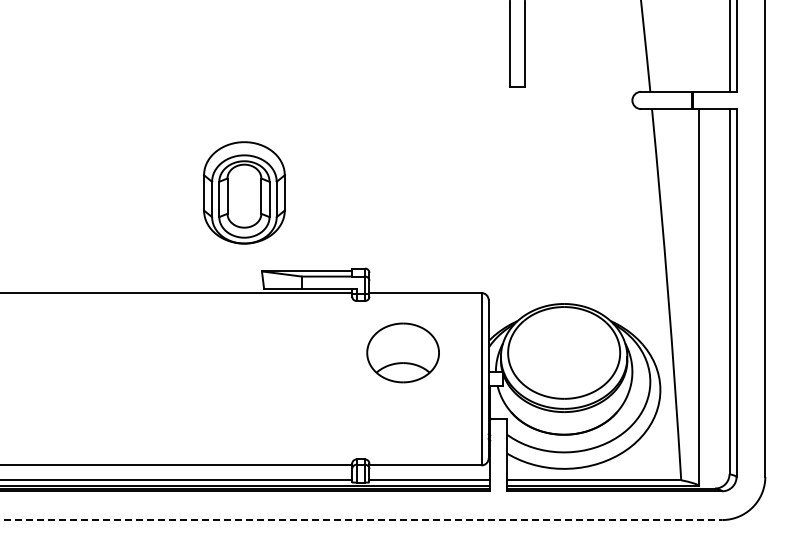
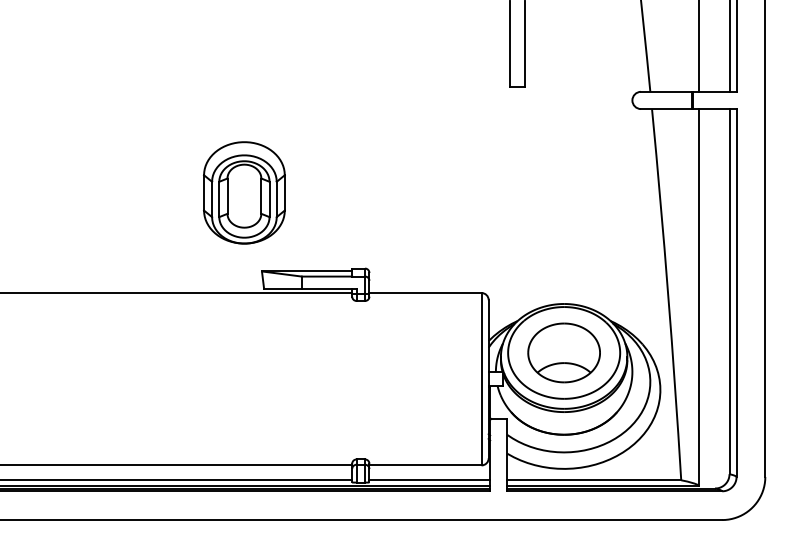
line at (699, 46): none -> present
part at (402, 352) position: (402, 352) -> (563, 352)
line at (361, 520): dashed -> solid
